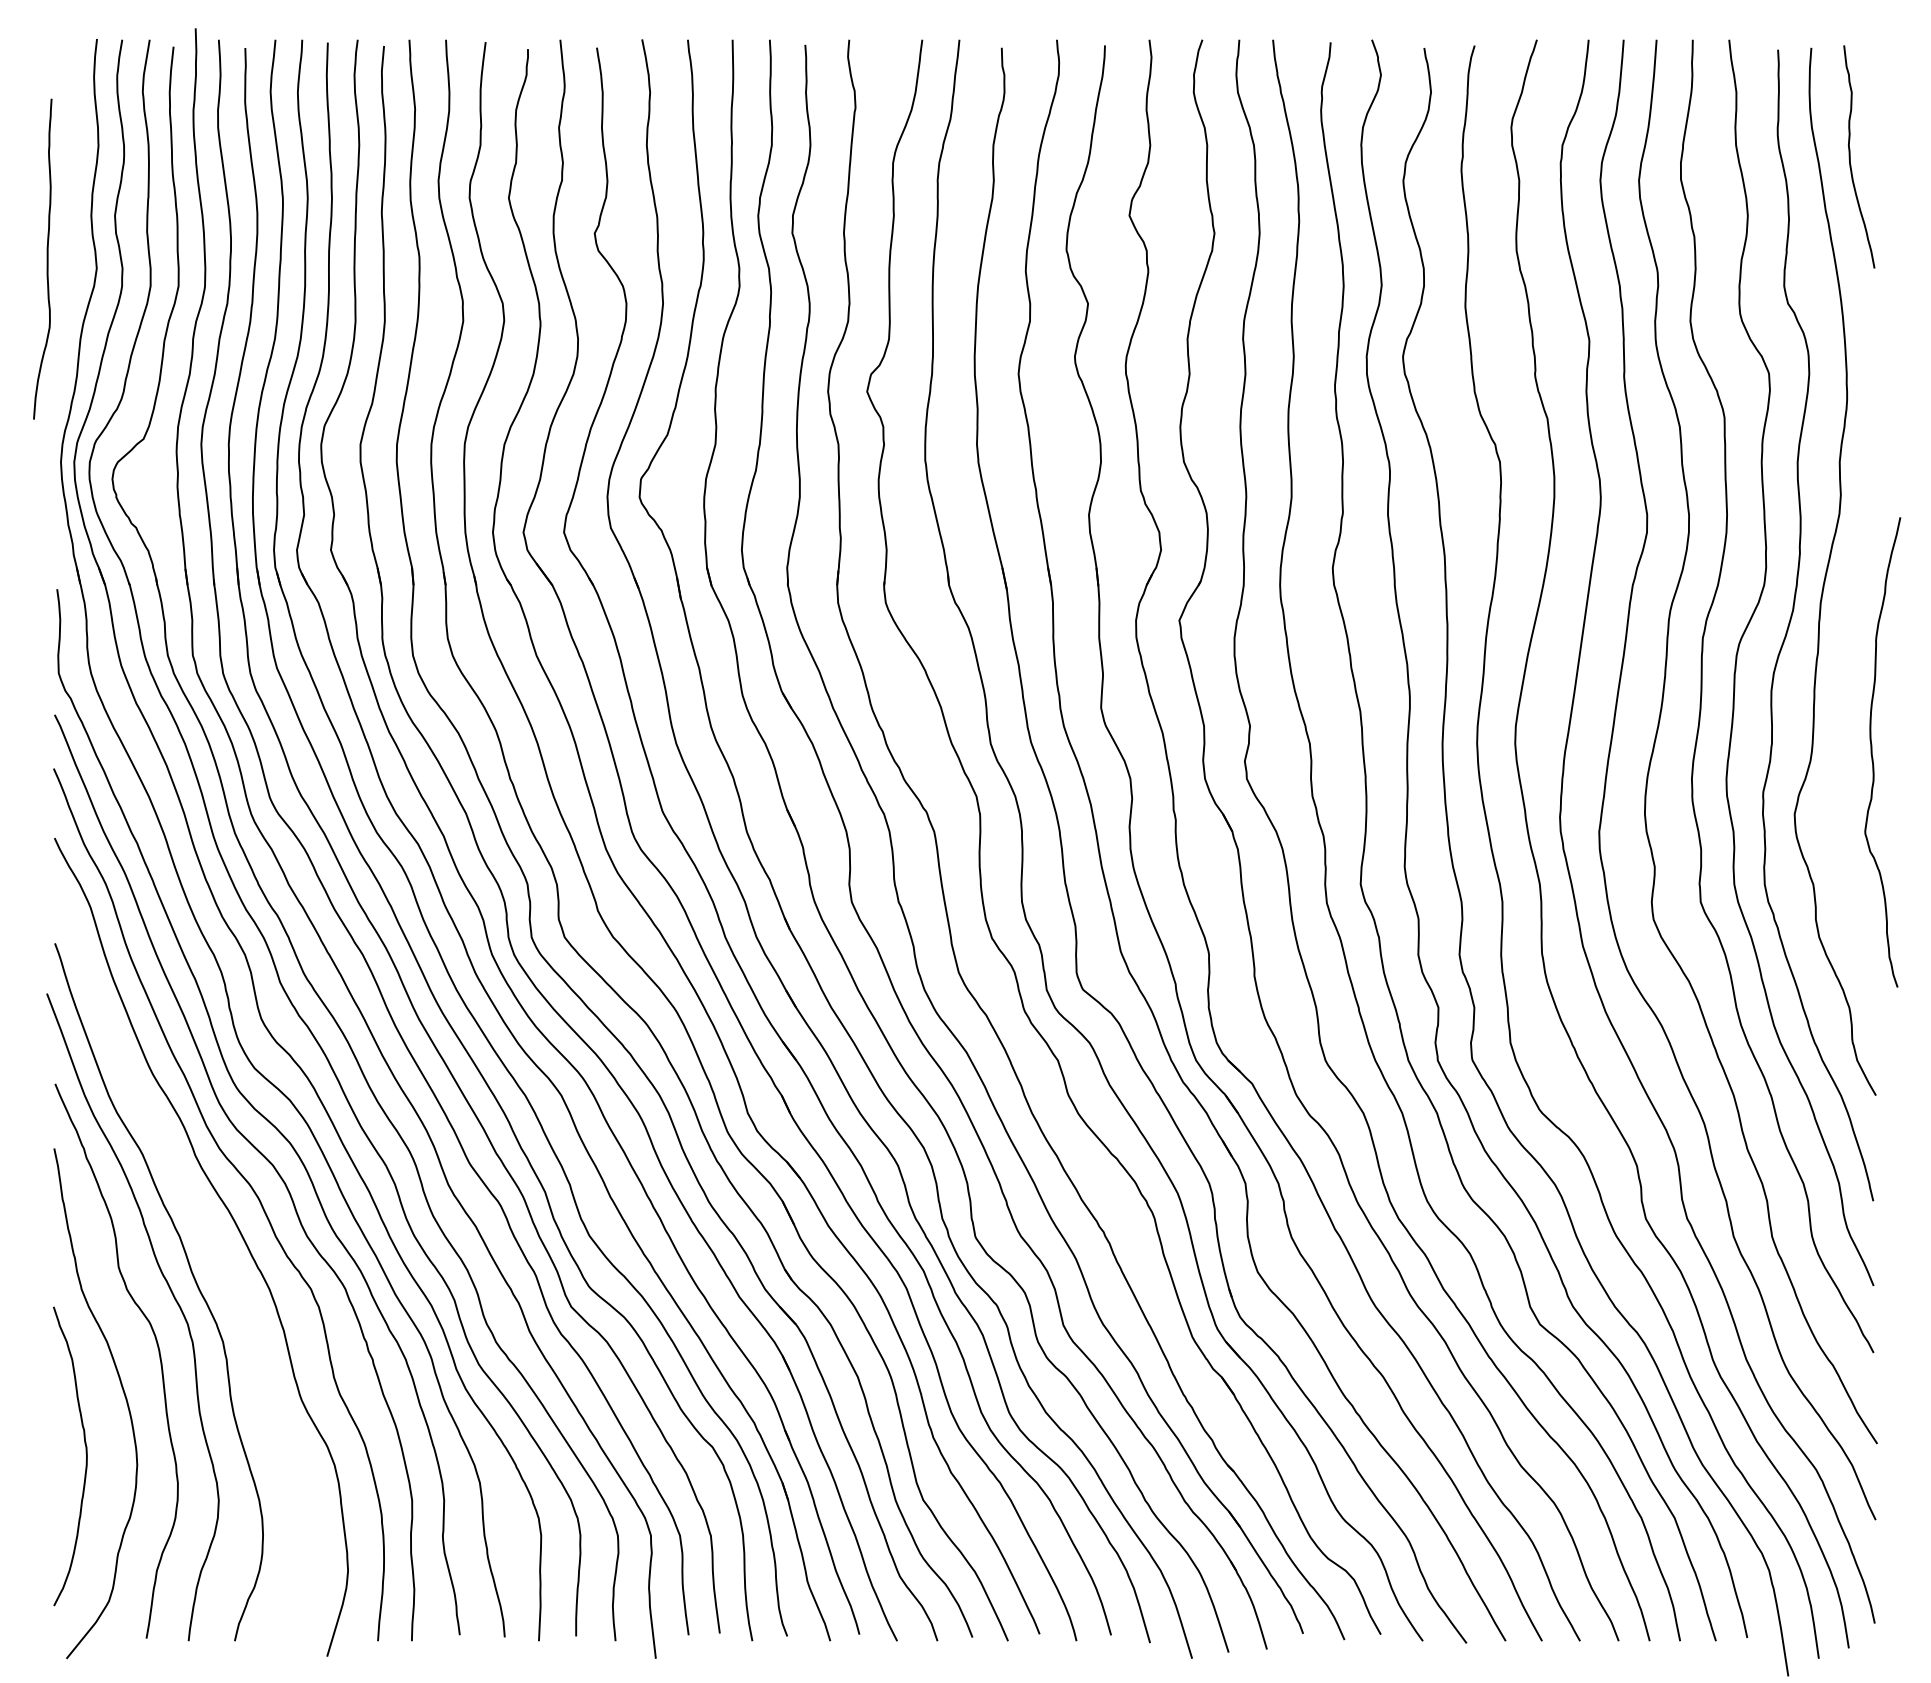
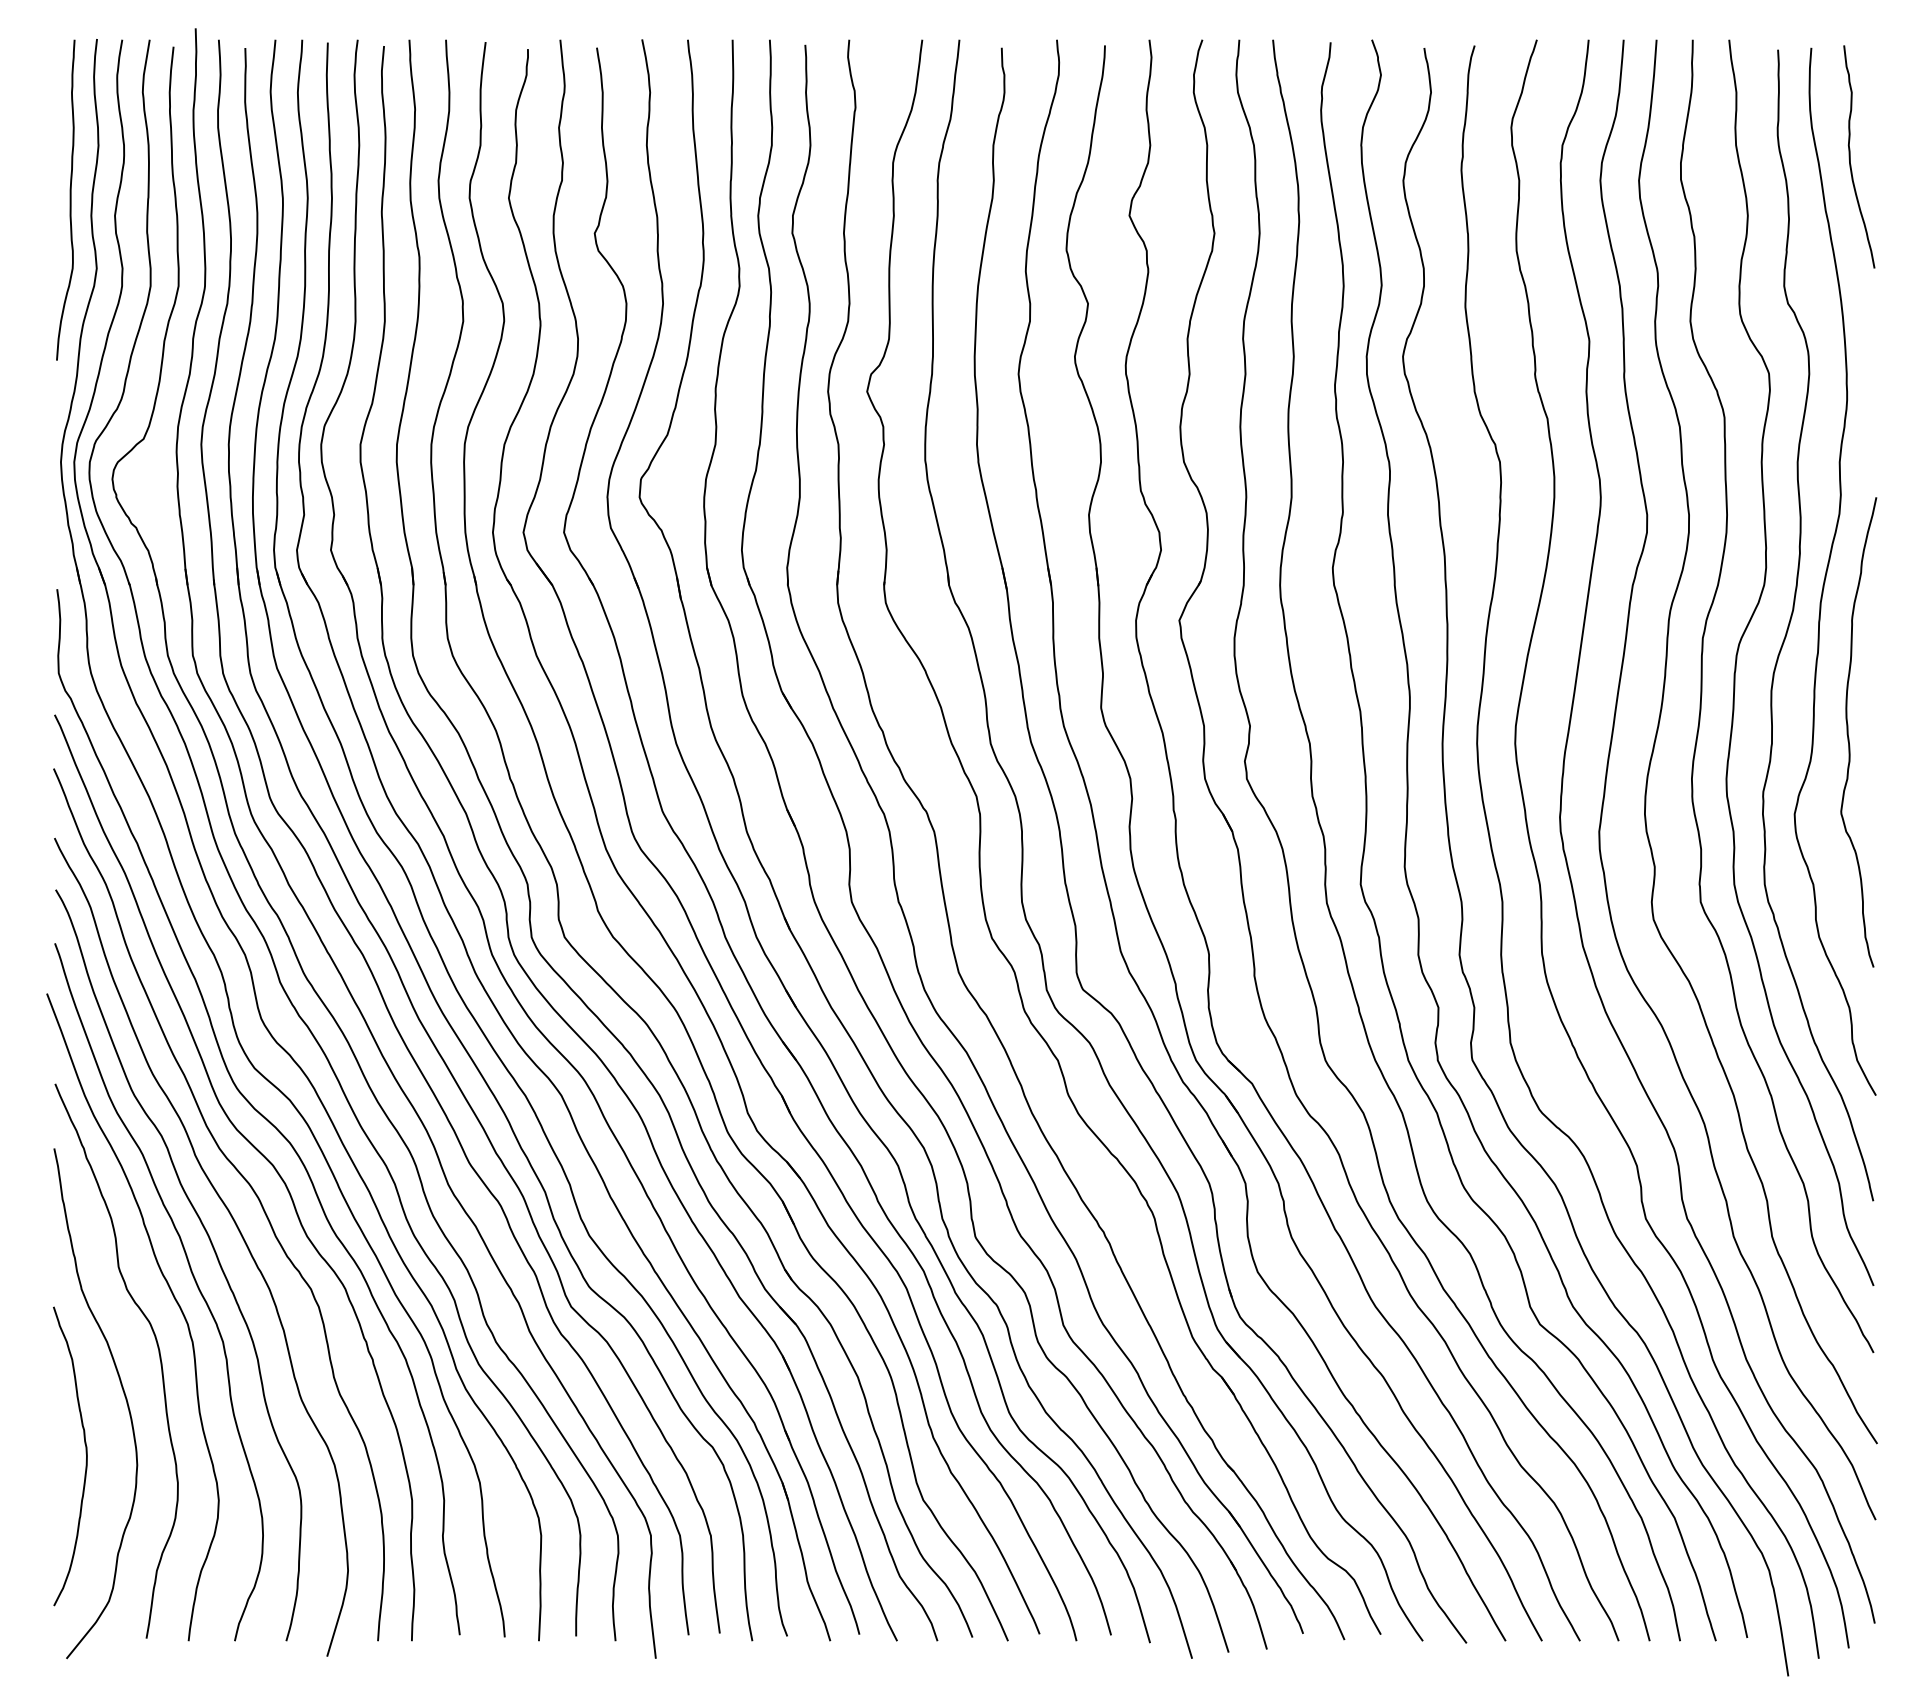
curve at (46, 258) position: (46, 258) -> (69, 199)
curve at (1872, 752) position: (1872, 752) -> (1848, 732)
curve at (214, 1253): none -> present
